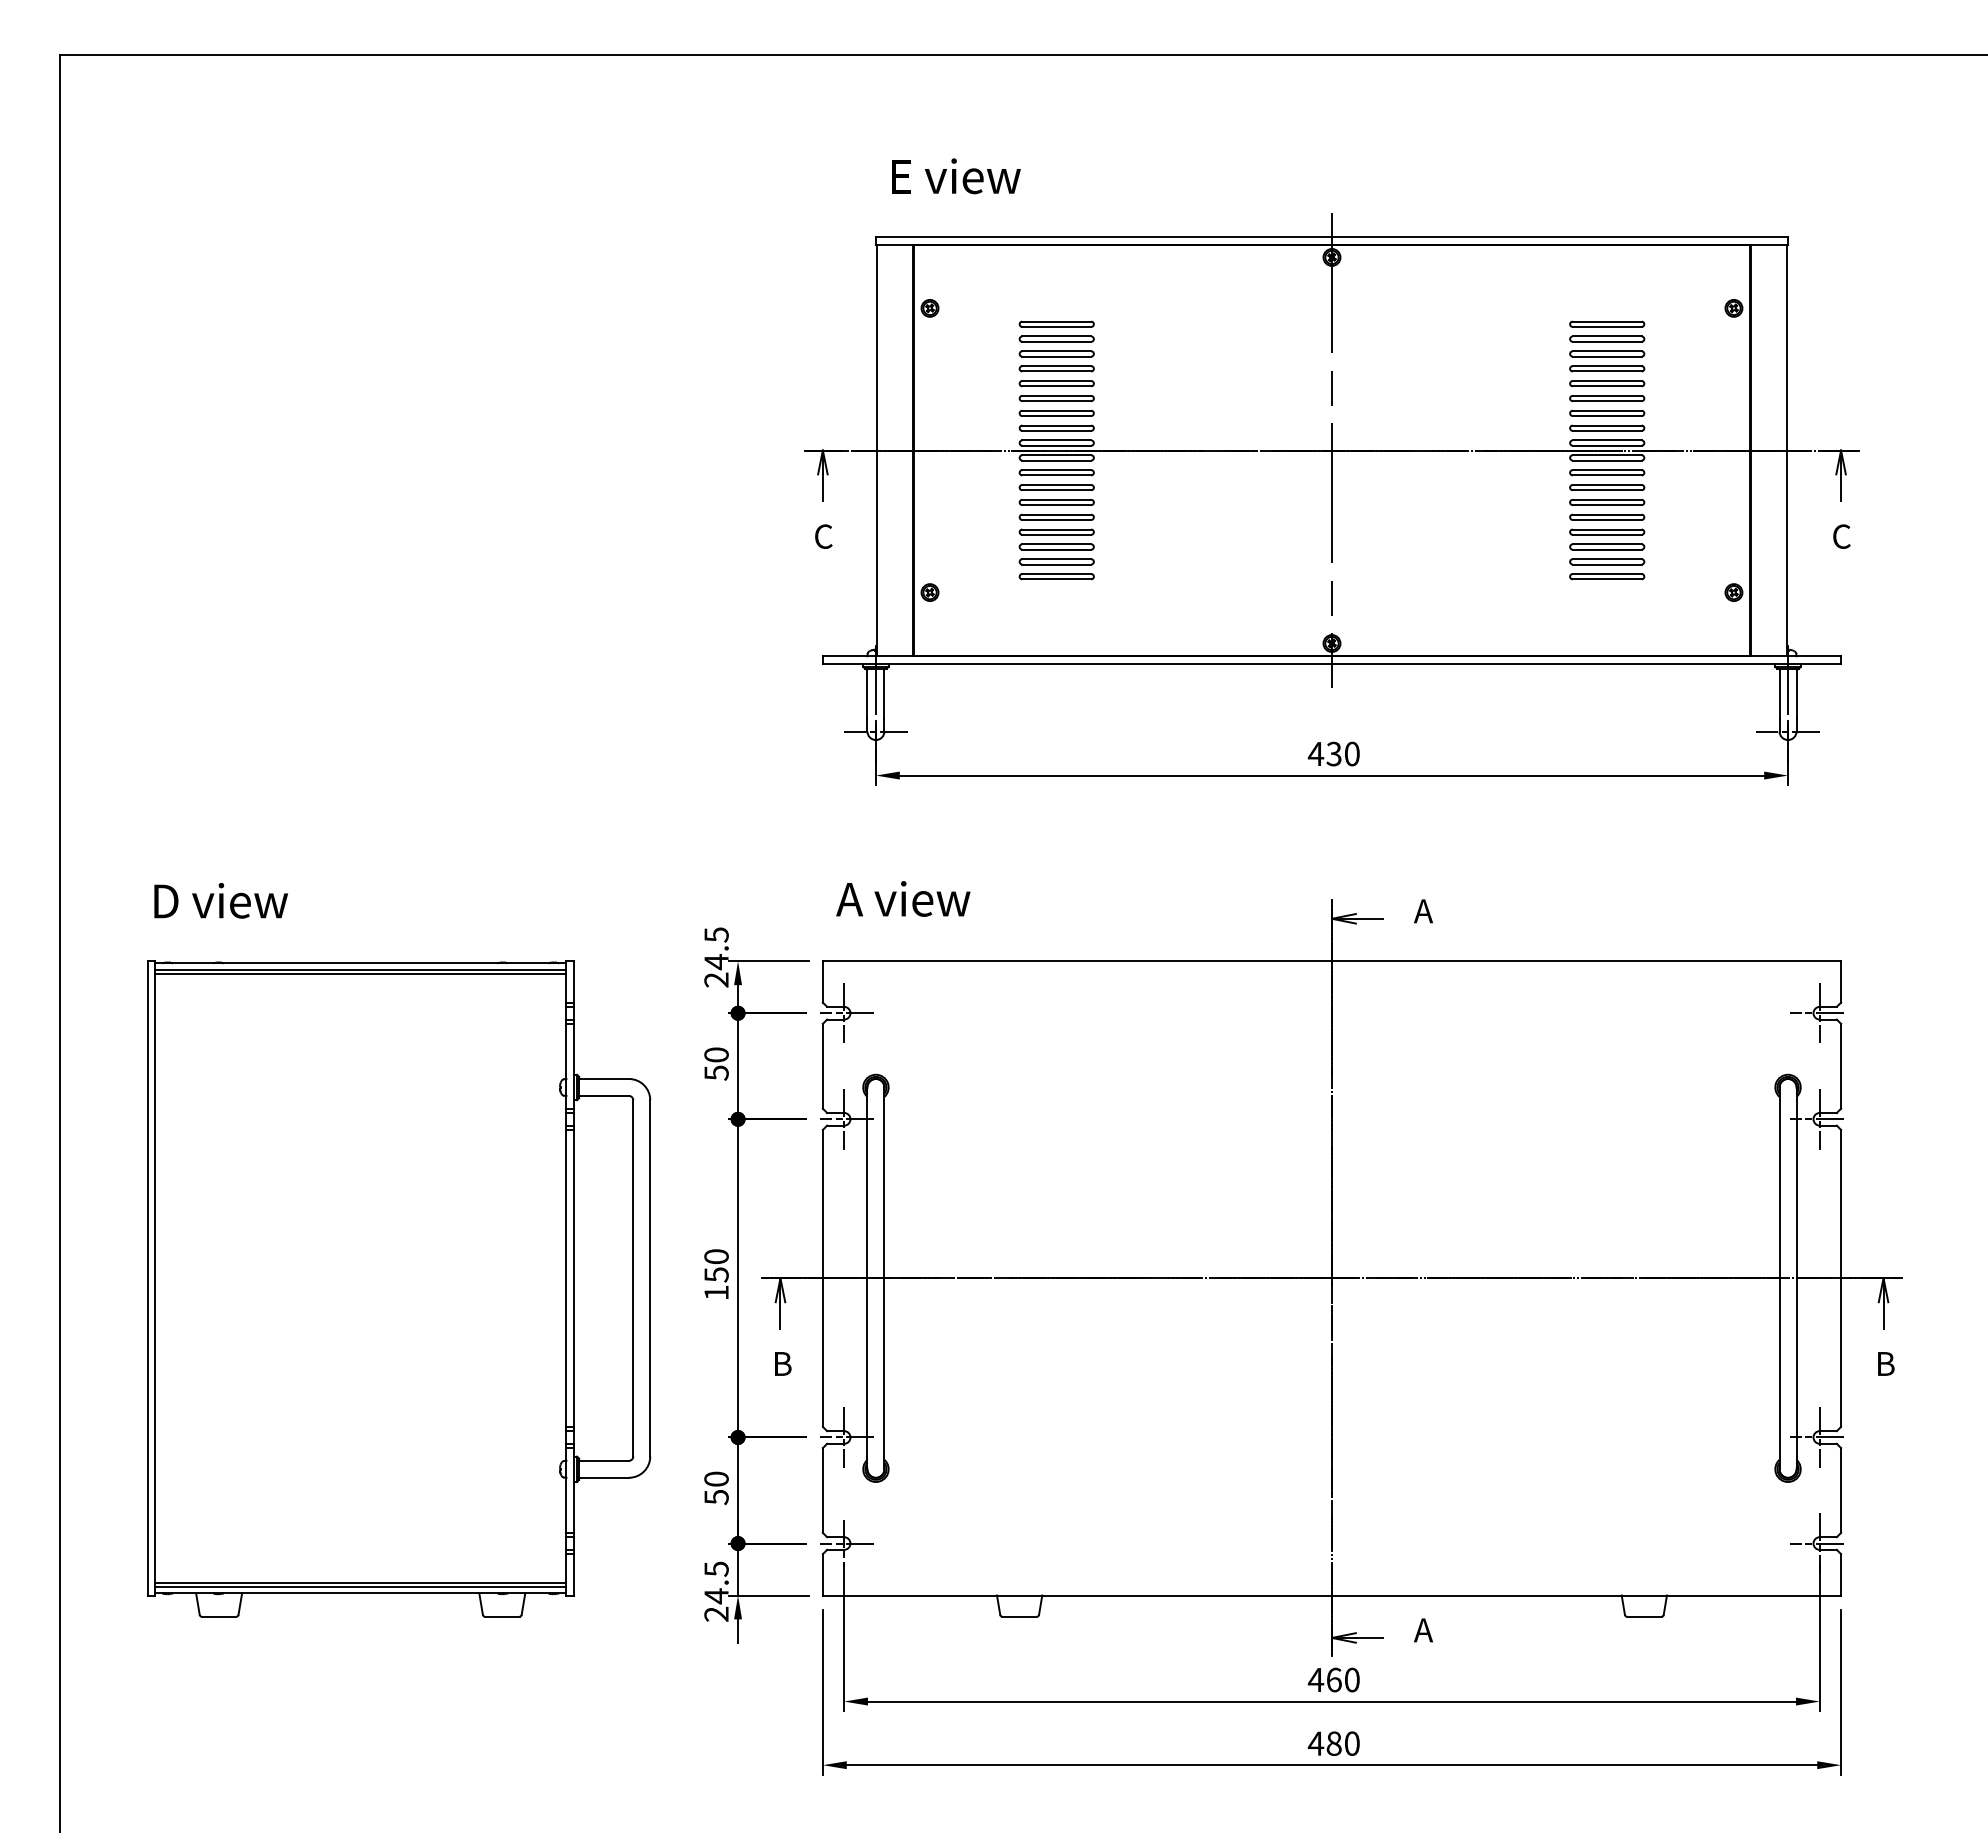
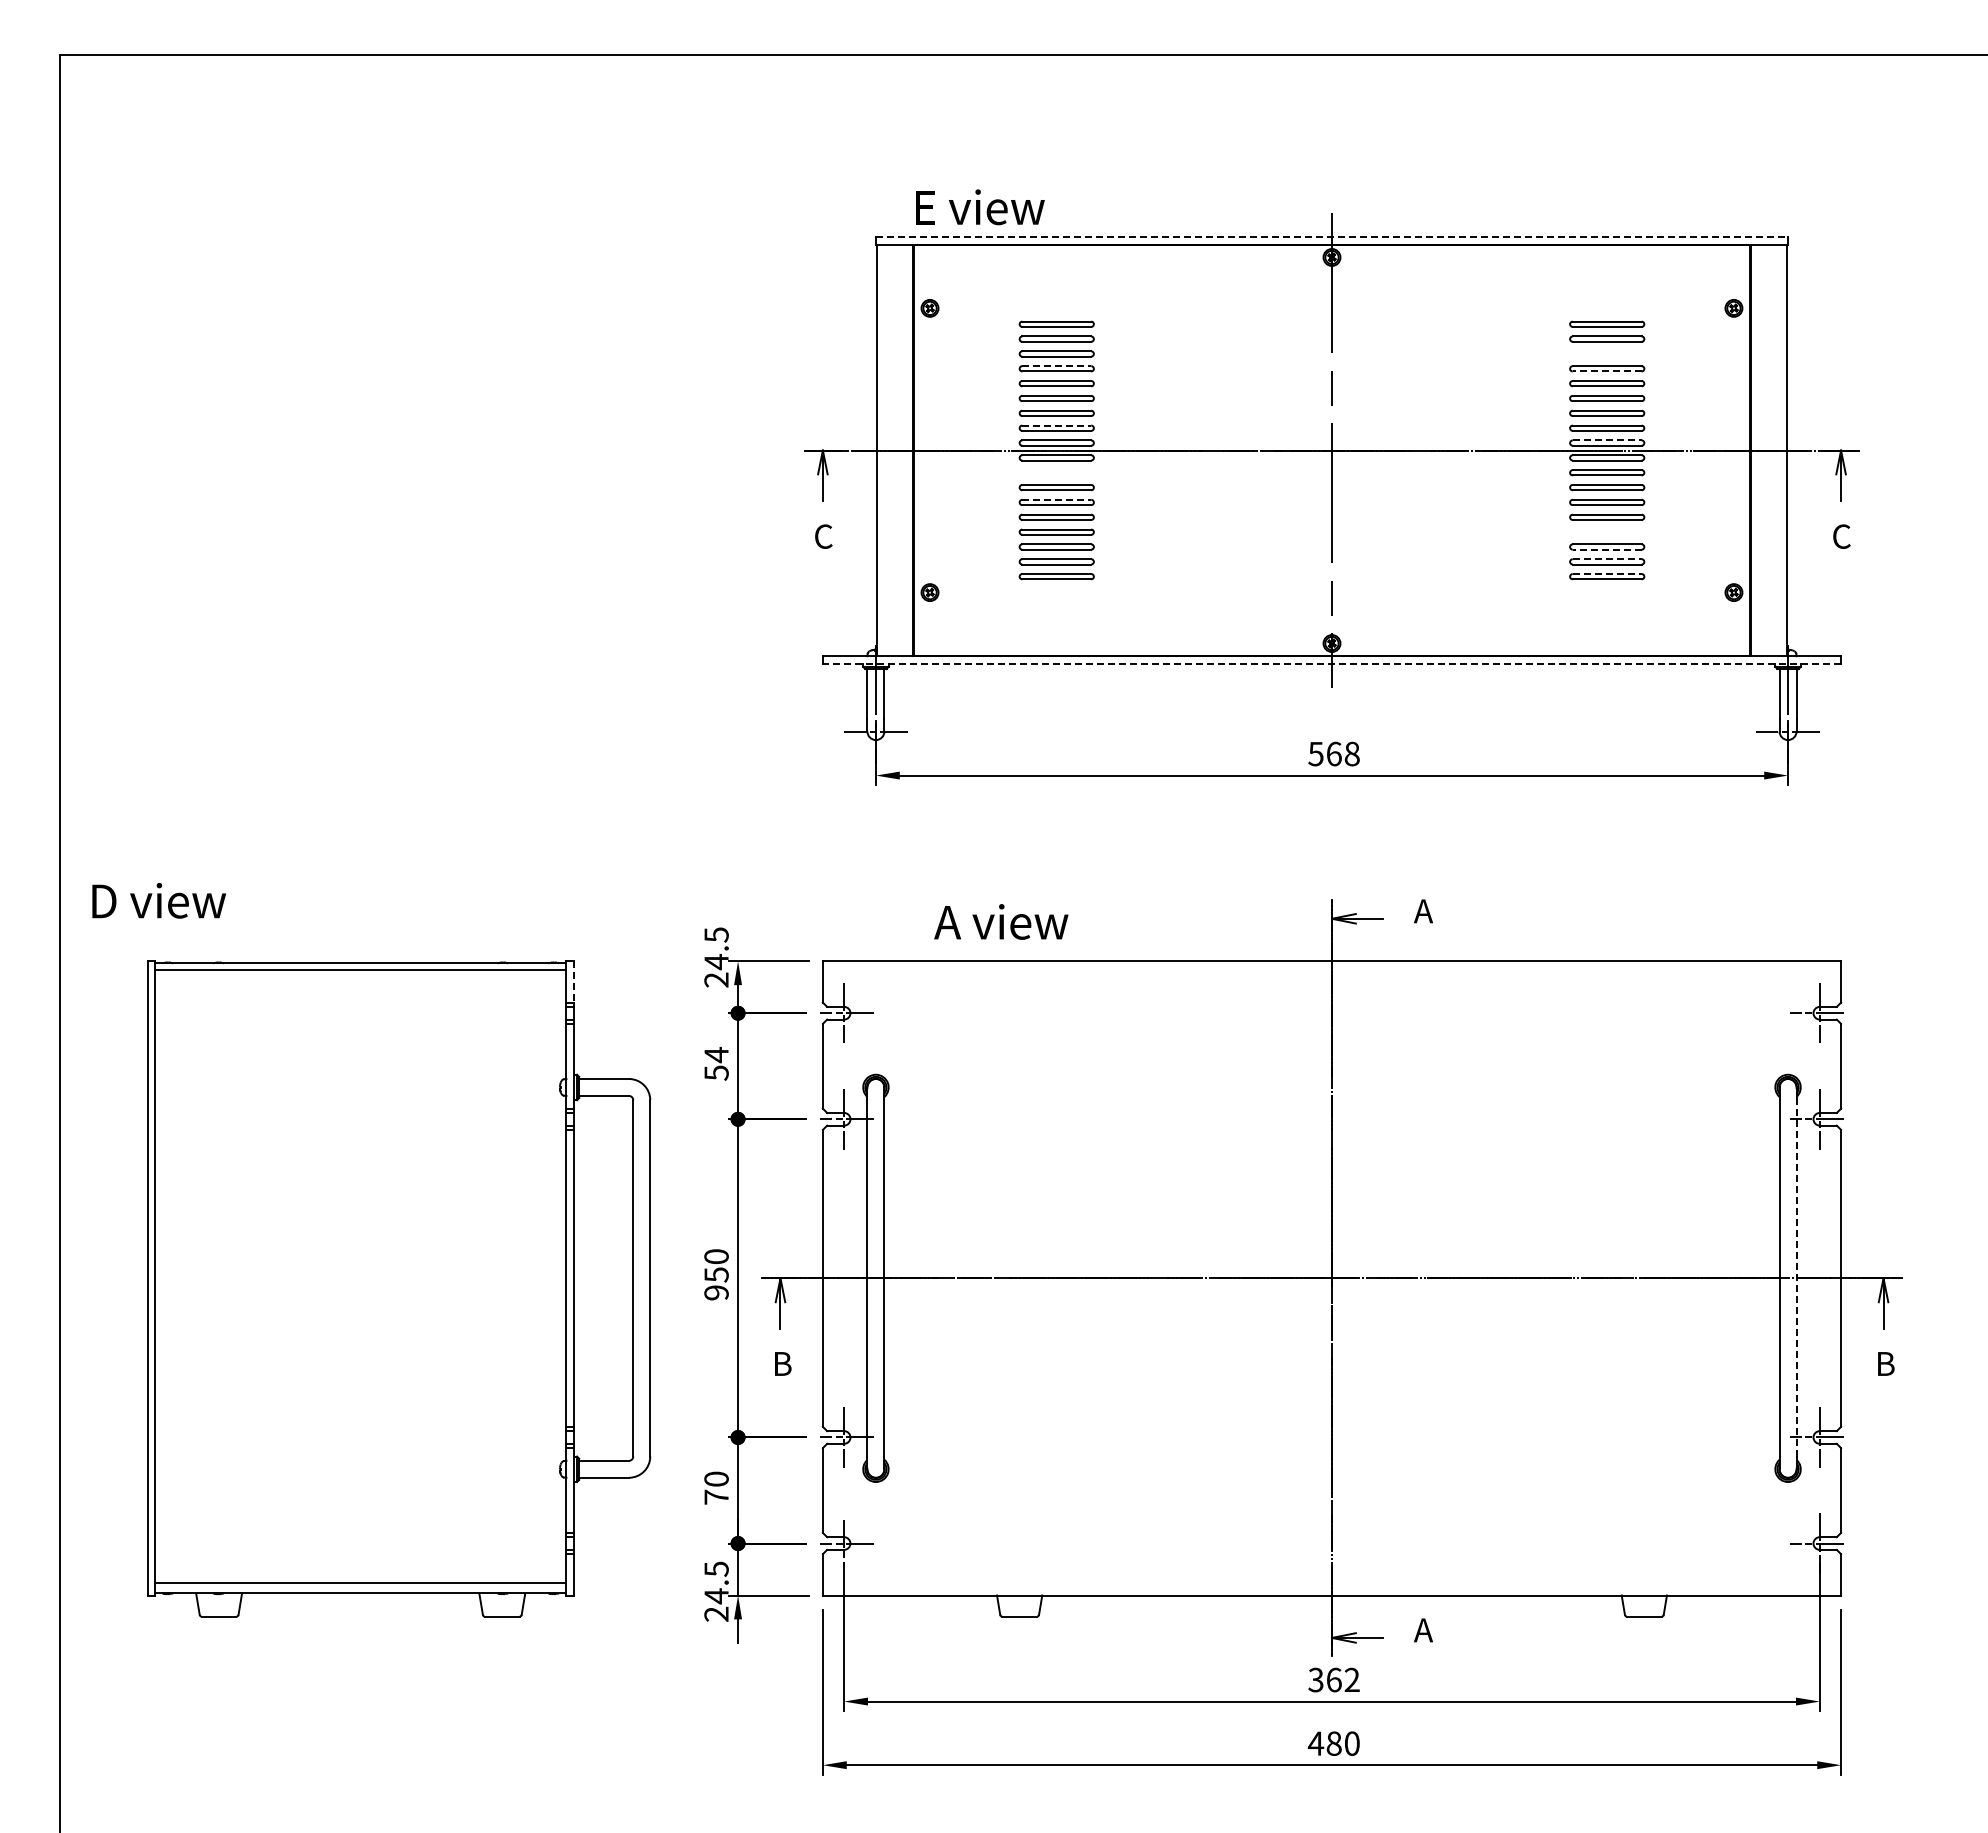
text at (956, 176) position: (956, 176) -> (980, 207)
line at (1332, 237): solid -> dashed
part at (1607, 353): present -> none
line at (1057, 366): solid -> dashed
line at (1606, 371): solid -> dashed
line at (1057, 425): solid -> dashed
line at (1607, 440): solid -> dashed
part at (1056, 472): present -> none
line at (1057, 499): solid -> dashed
part at (1607, 531): present -> none
line at (1606, 549): solid -> dashed
line at (1607, 559): solid -> dashed
line at (1607, 574): solid -> dashed
line at (1331, 663): solid -> dashed
text at (1333, 753): 430 -> 568
text at (903, 898) position: (903, 898) -> (1001, 921)
text at (220, 900) position: (220, 900) -> (158, 900)
line at (360, 974): present -> none
line at (573, 981): solid -> dashed
text at (716, 1055): 50 -> 54
line at (1796, 1277): solid -> dashed
text at (716, 1292): 150 -> 950
text at (716, 1497): 50 -> 70
line at (360, 1587): present -> none
text at (1333, 1679): 460 -> 362
